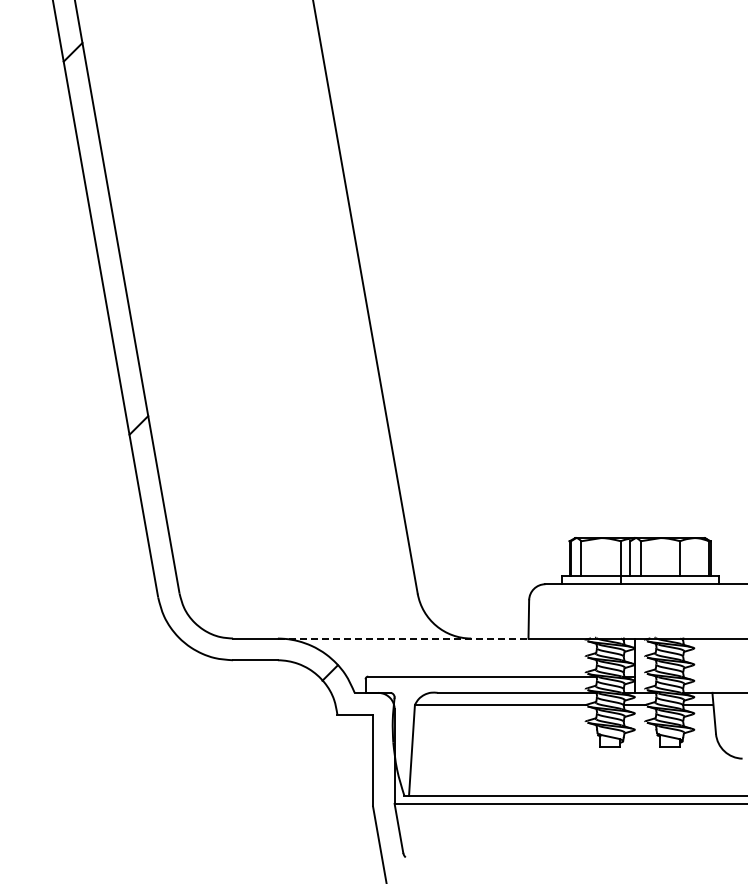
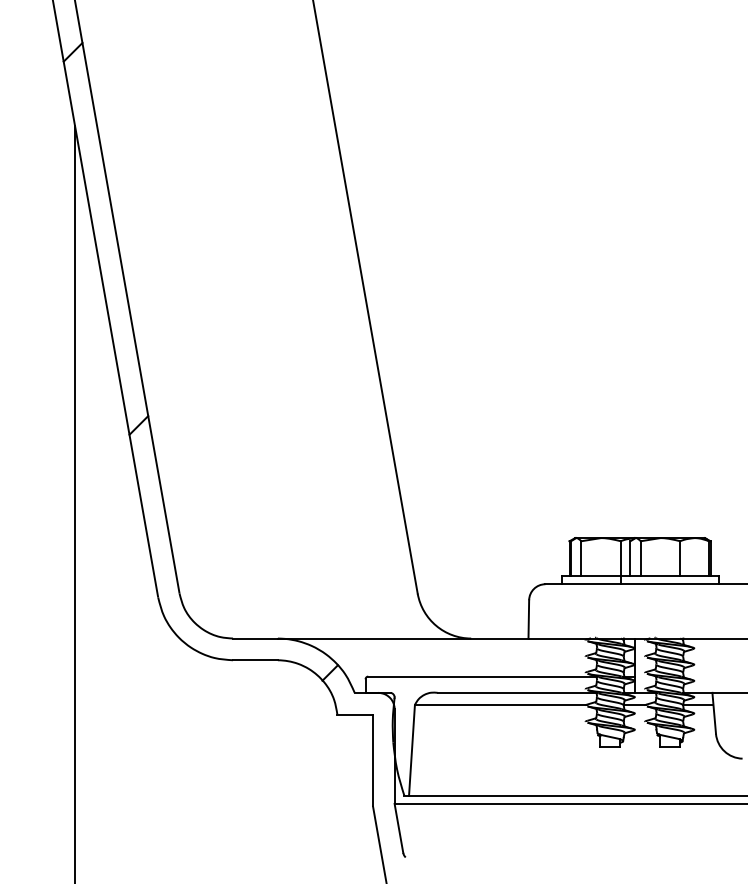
line at (75, 502): none -> present
line at (403, 638): dashed -> solid
